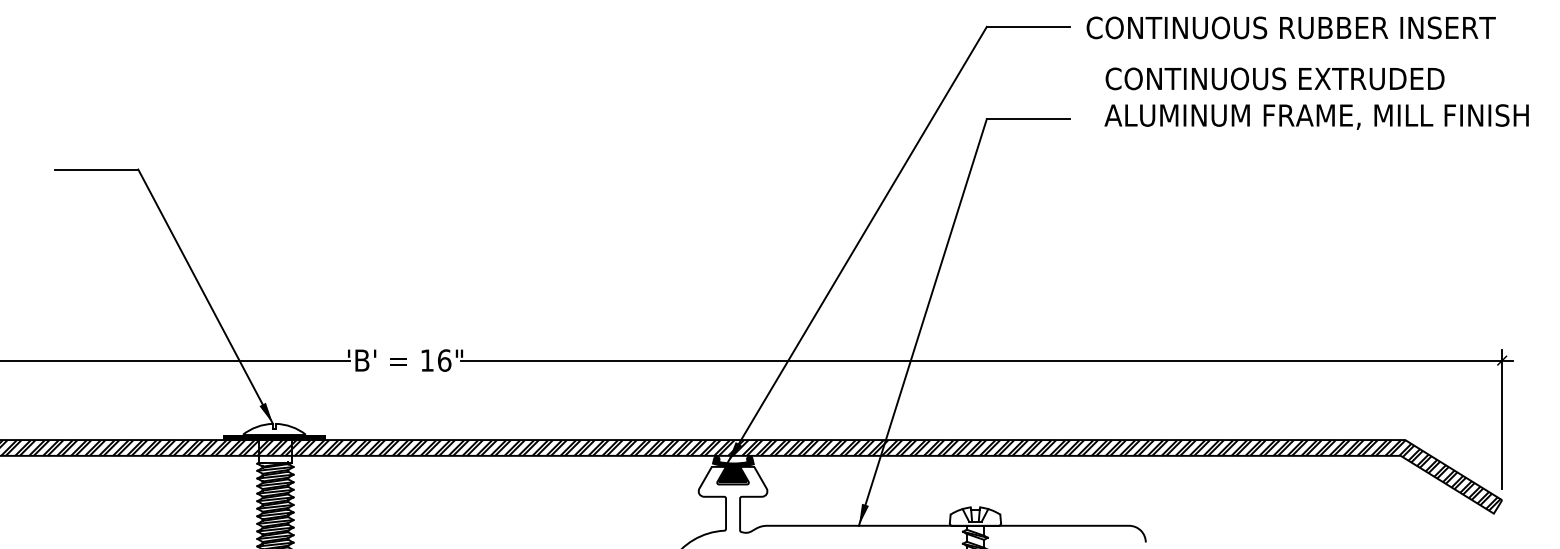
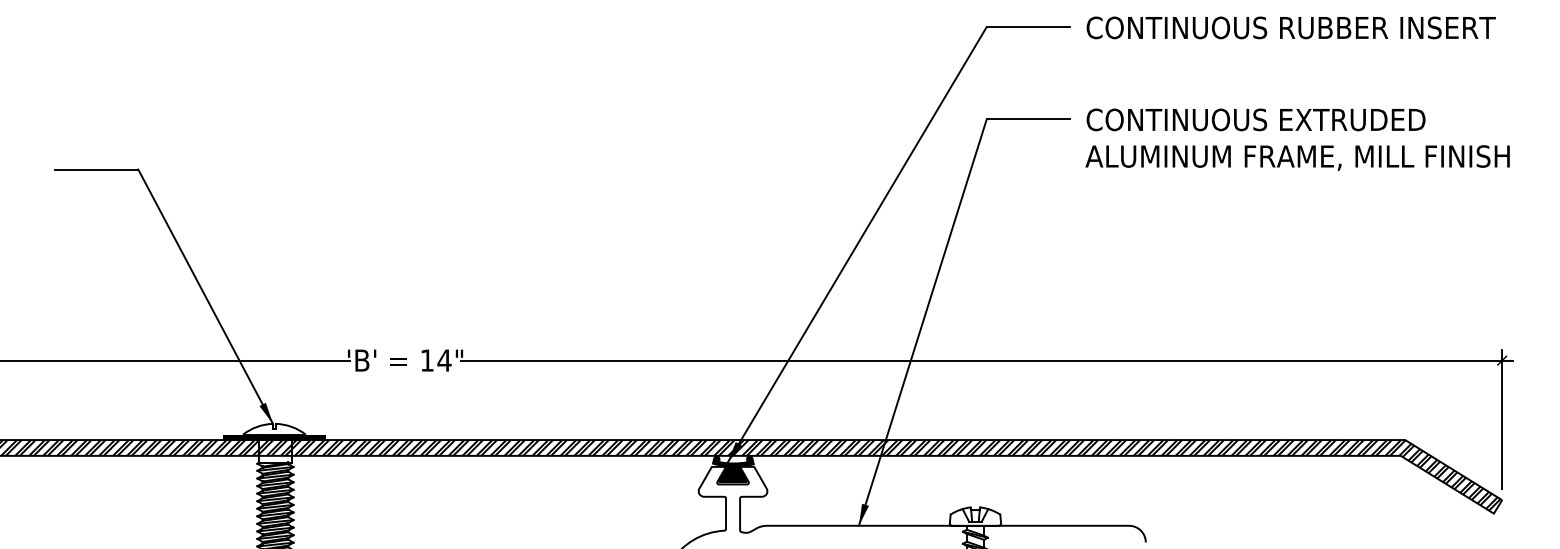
text at (1316, 98) position: (1316, 98) -> (1297, 139)
text at (444, 360): 16" -> 14"
